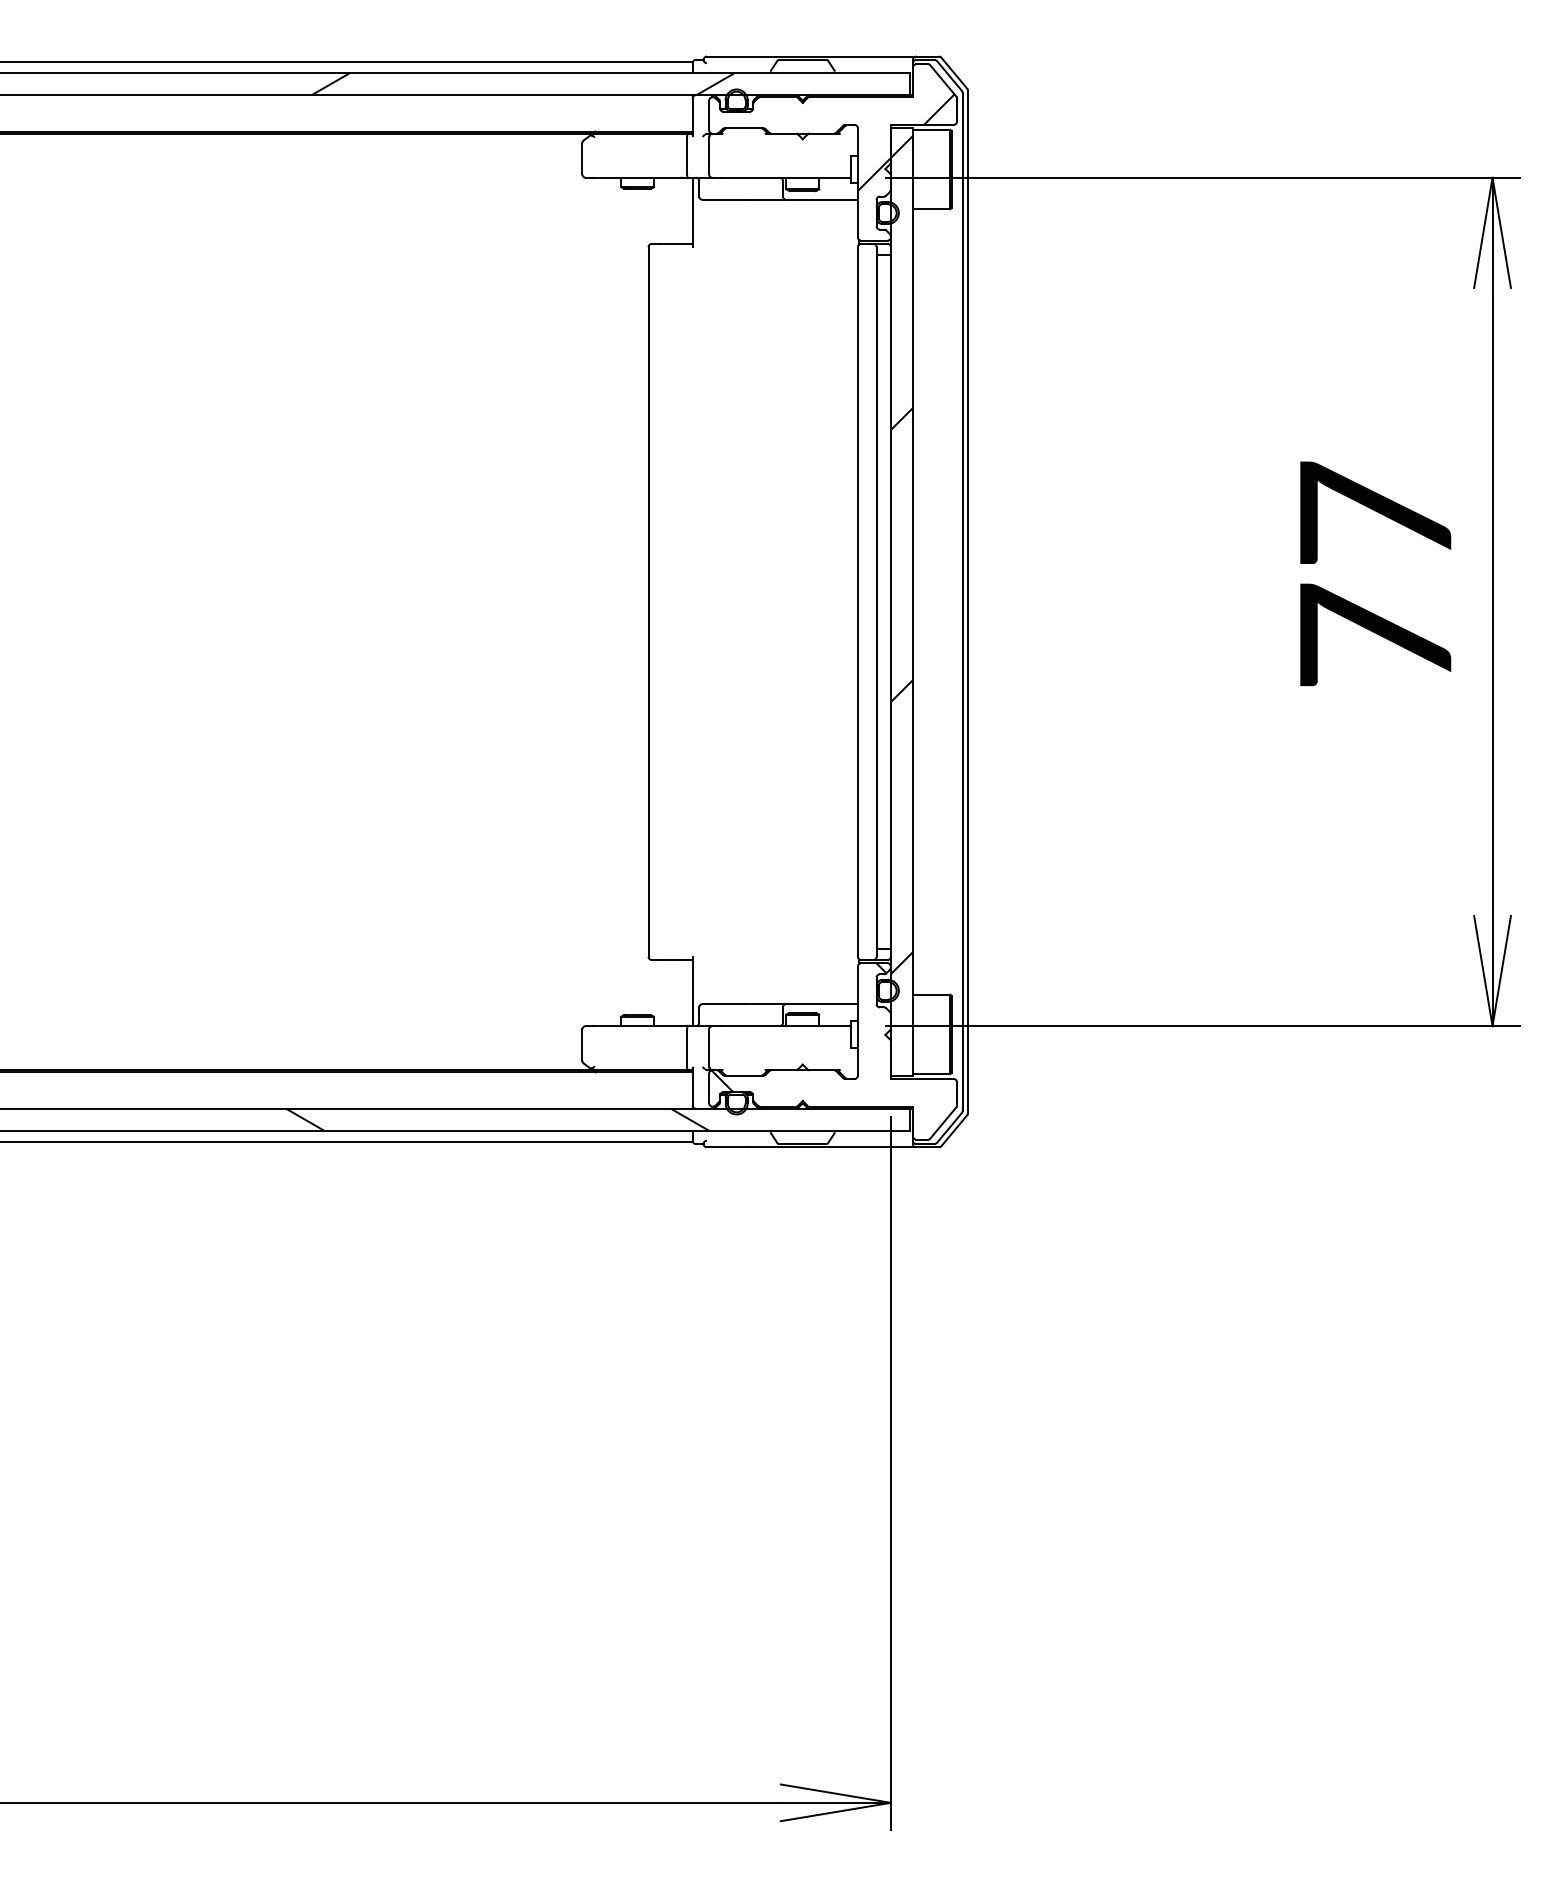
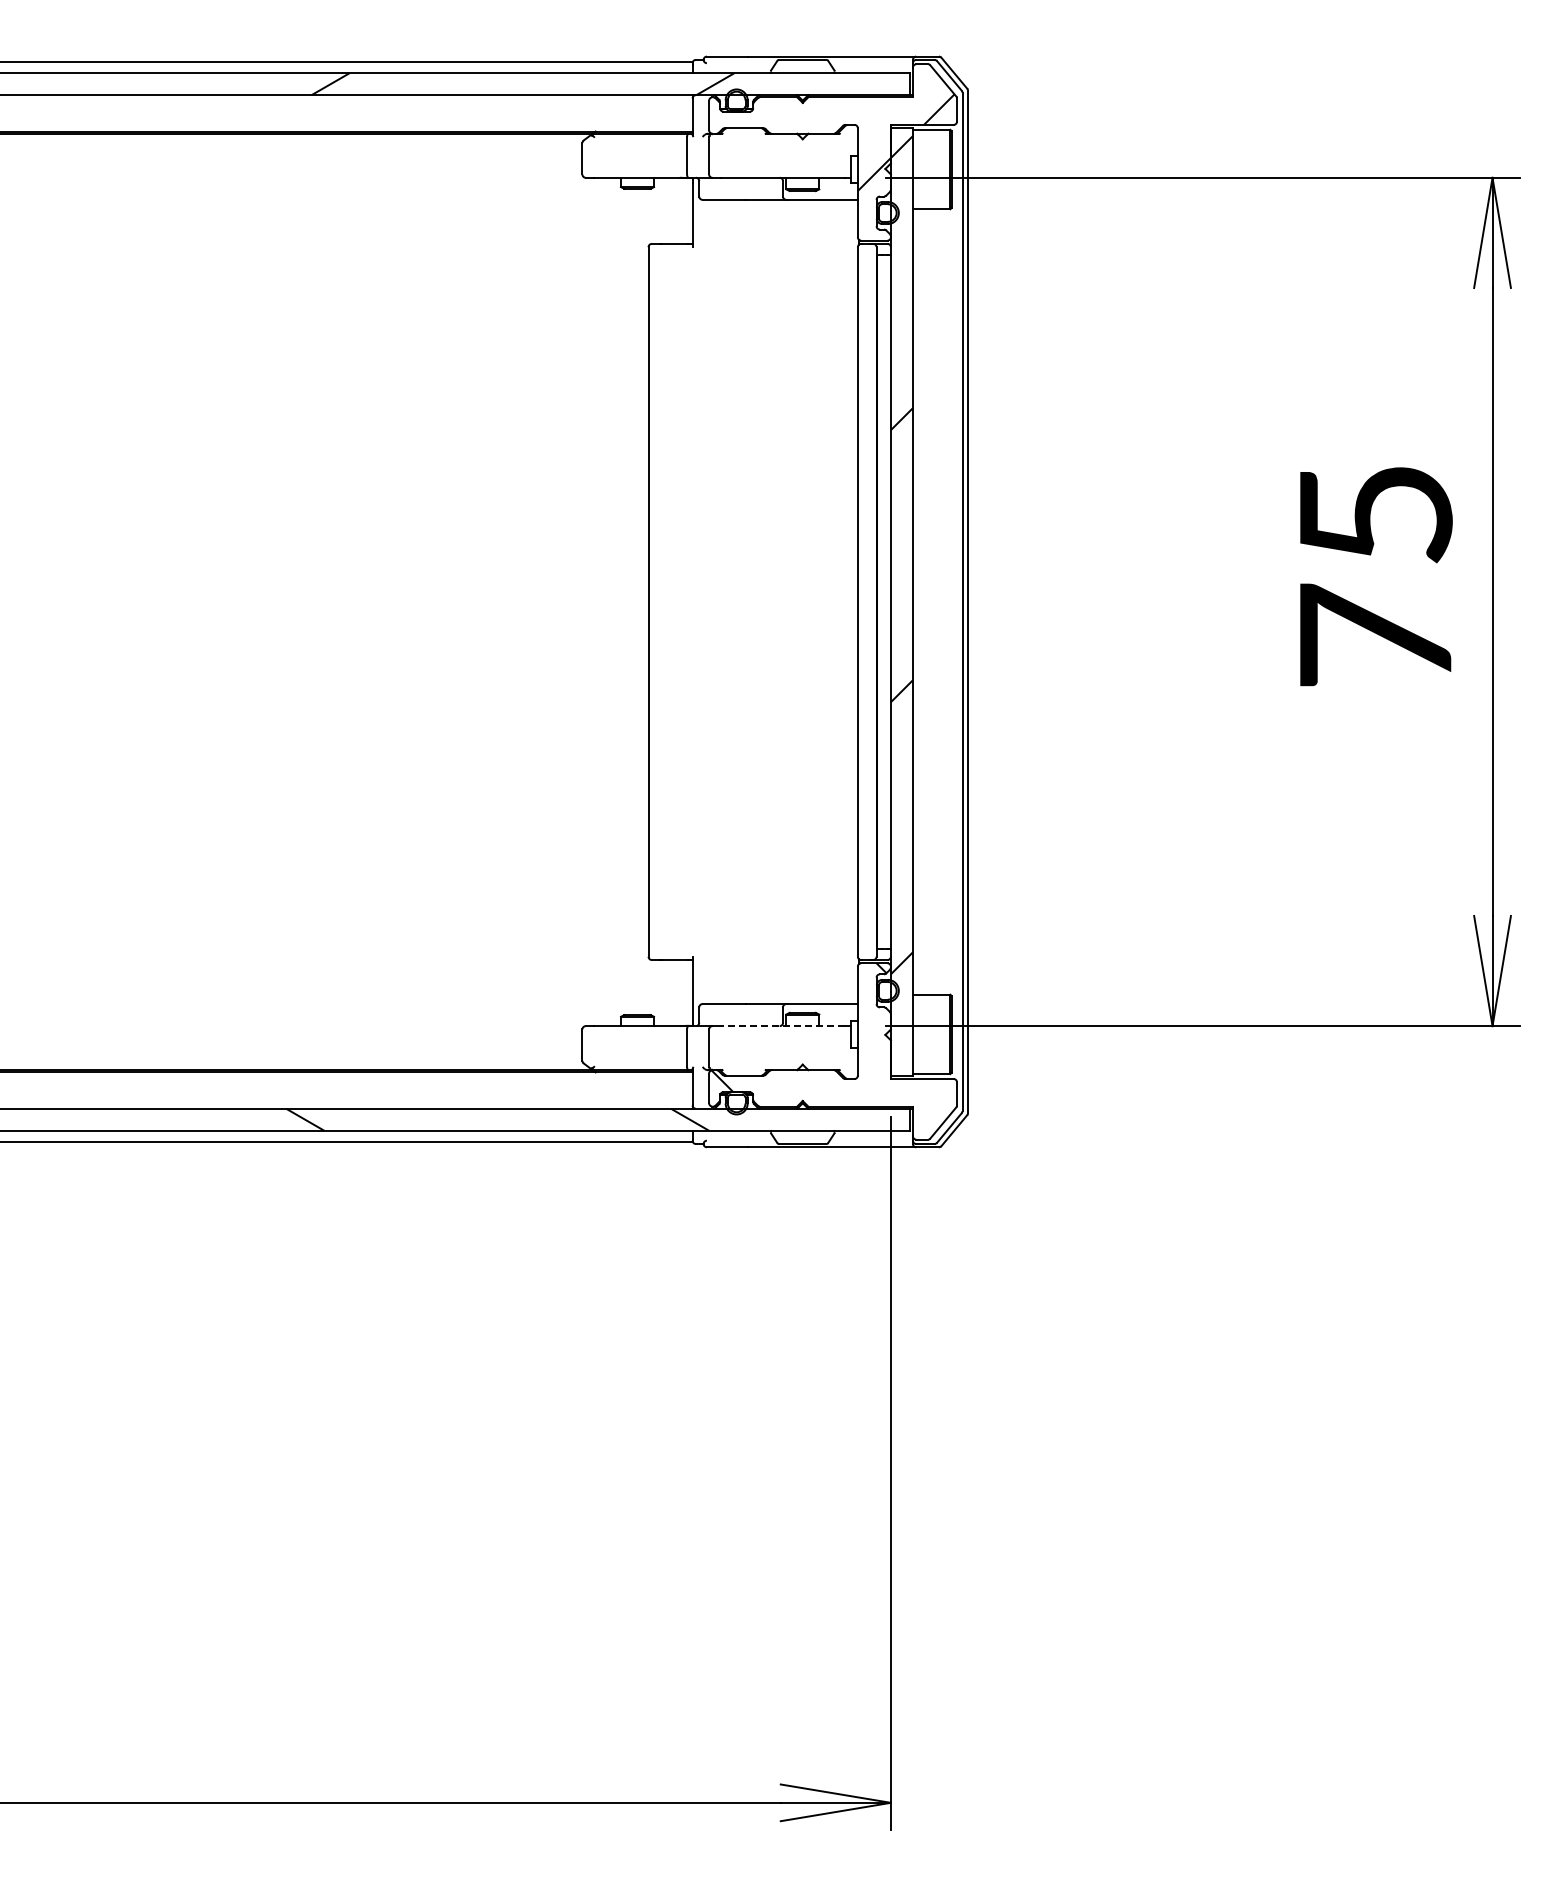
text at (1376, 512): 77 -> 75
line at (783, 1026): solid -> dashed
